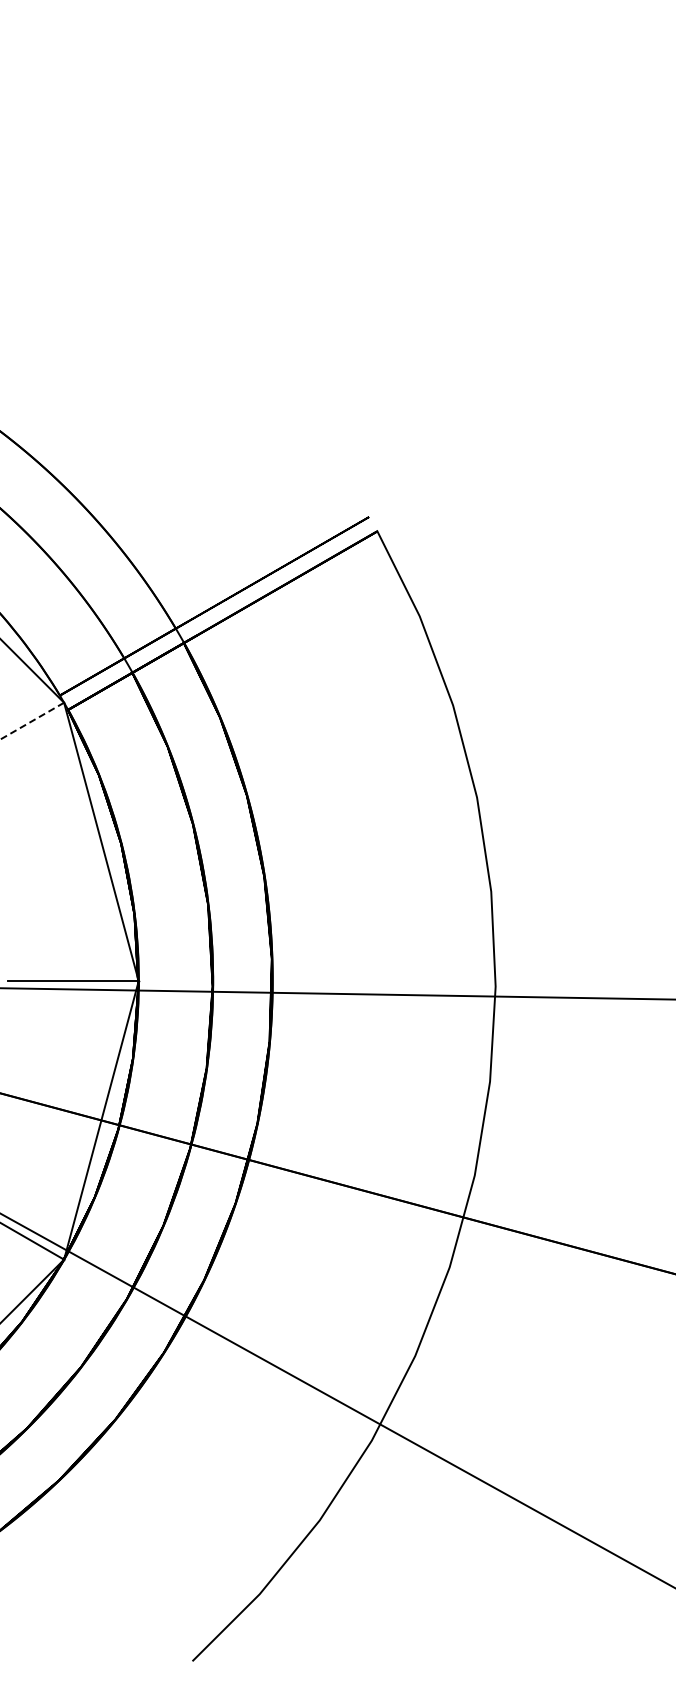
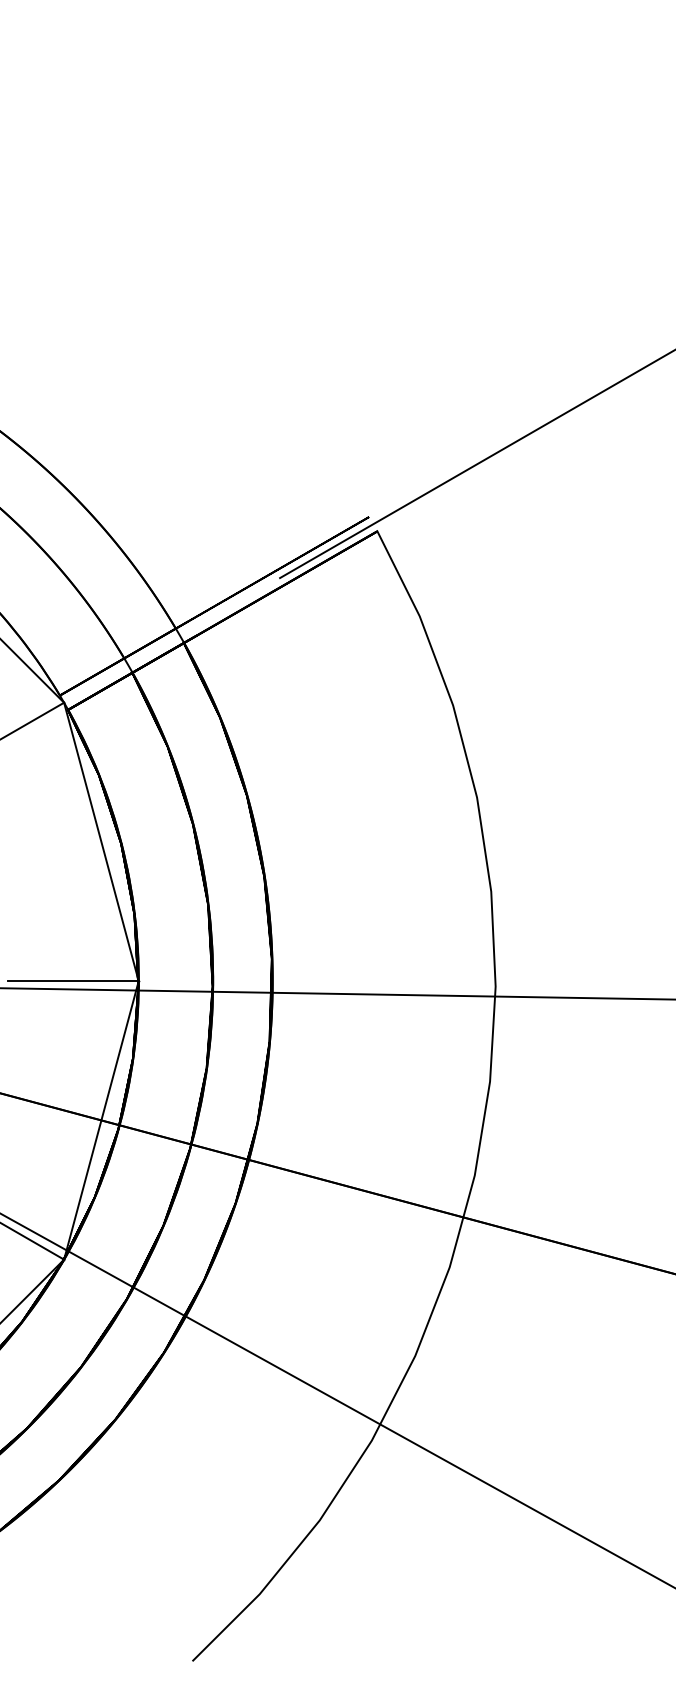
line at (476, 464): none -> present
line at (32, 721): dashed -> solid
